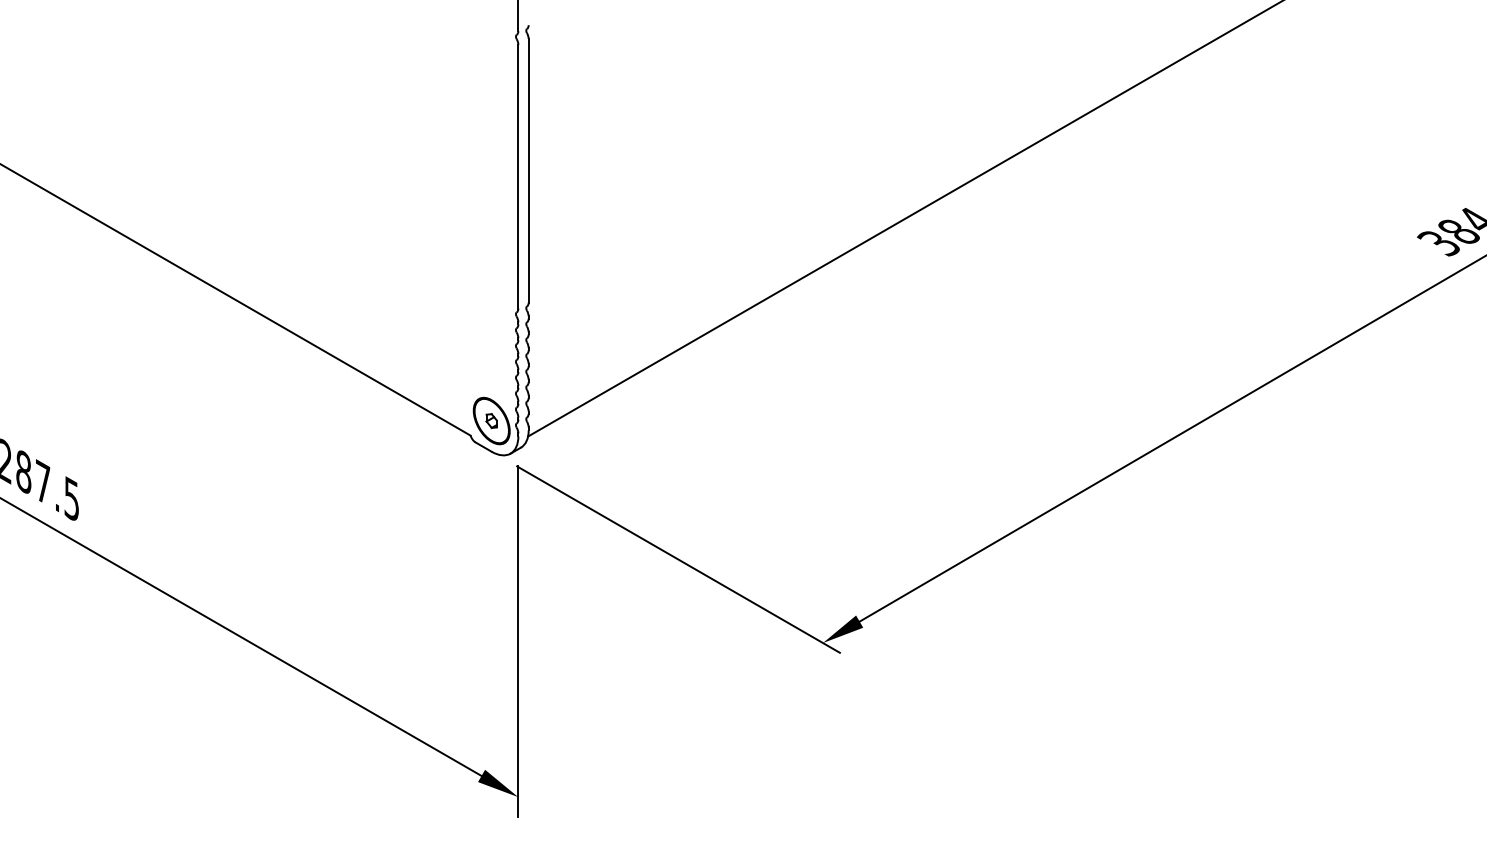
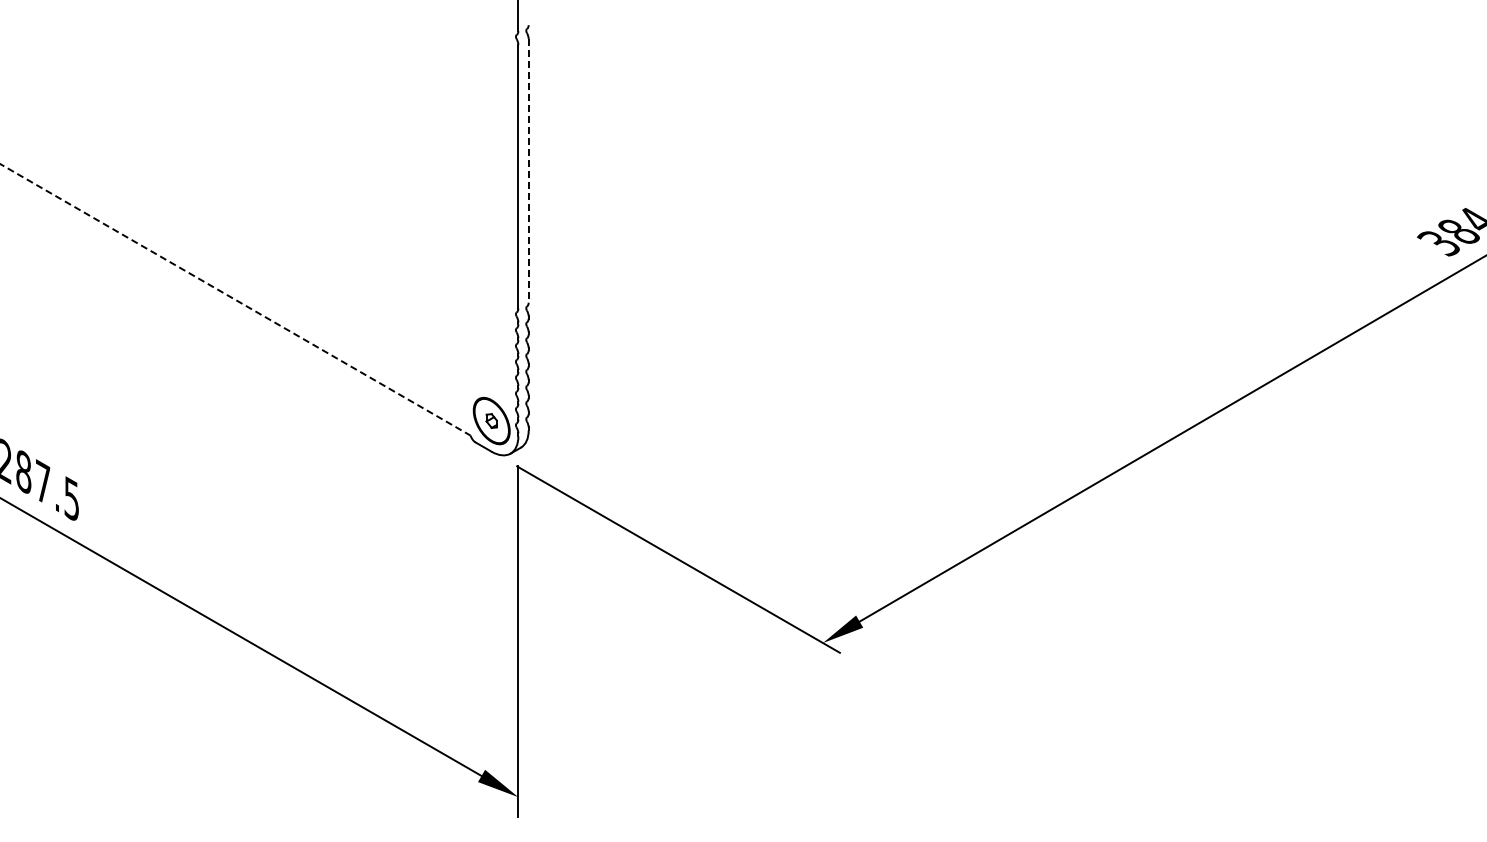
line at (528, 170): solid -> dashed
line at (904, 219): present -> none
line at (236, 300): solid -> dashed
